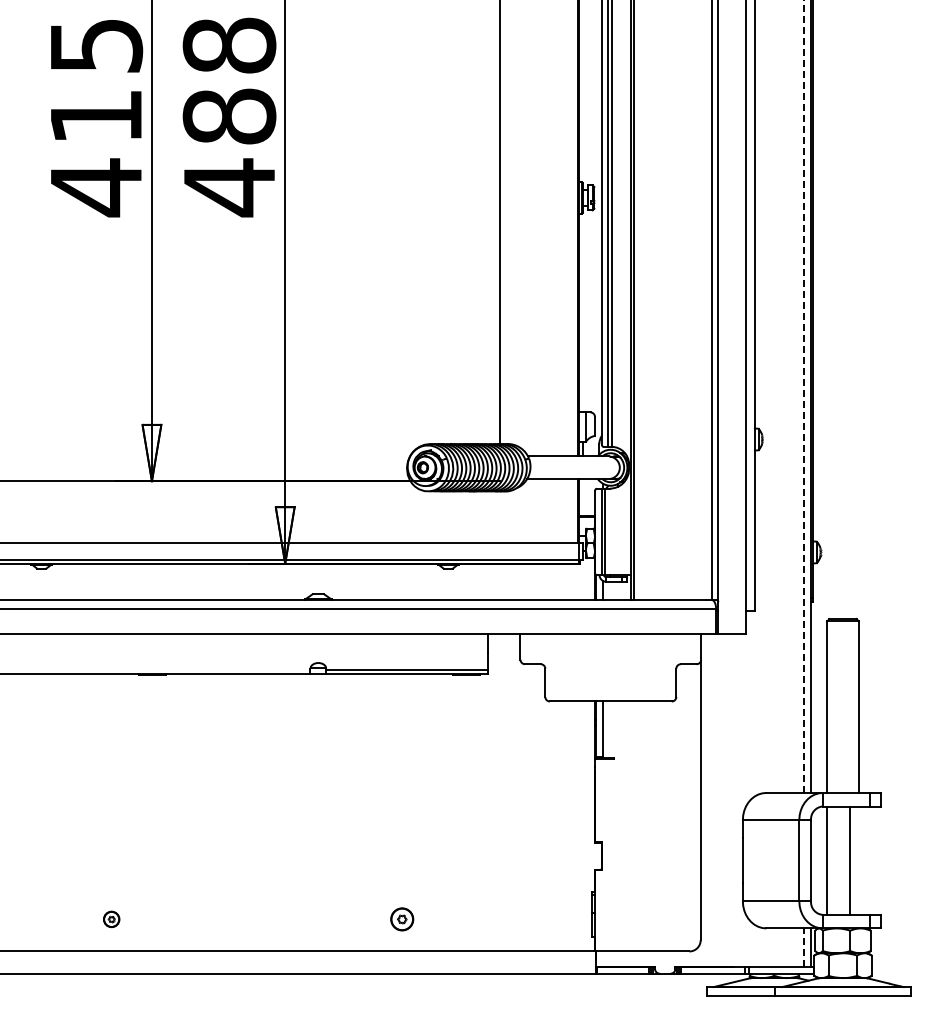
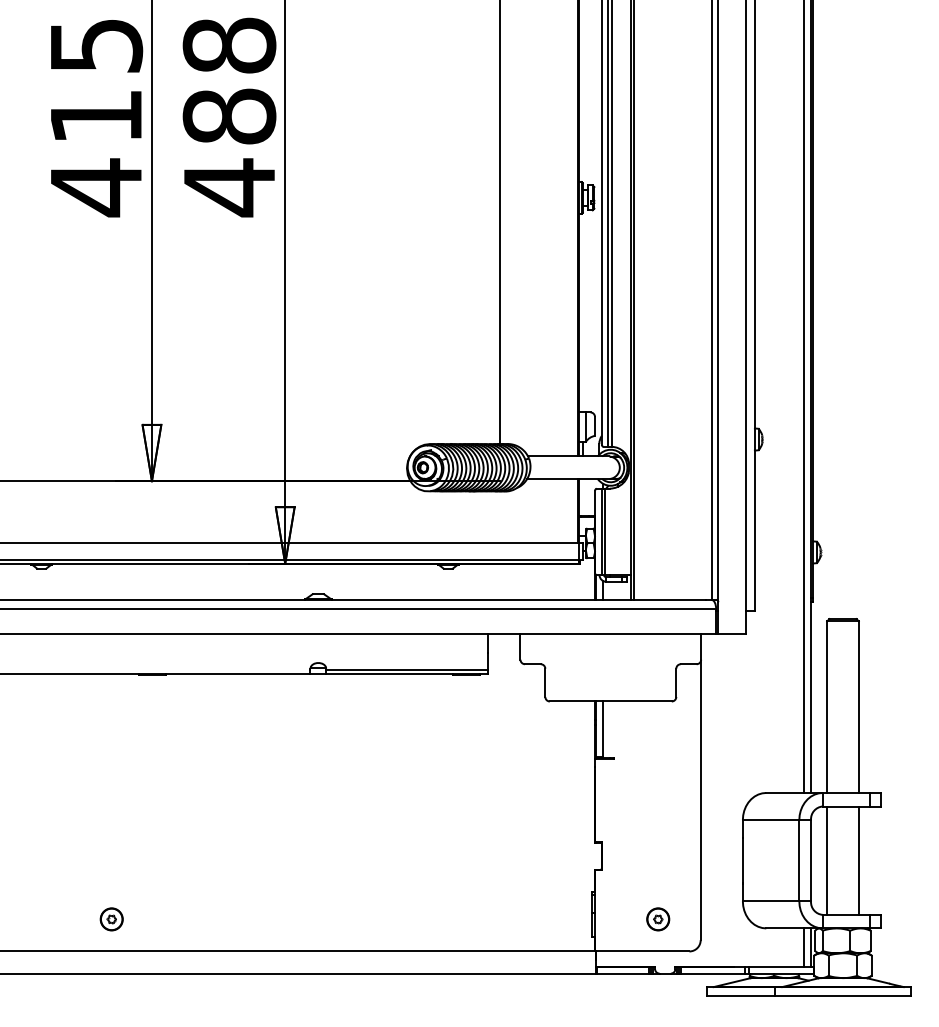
line at (804, 396): dashed -> solid
line at (849, 860) position: (849, 860) -> (858, 860)
part at (111, 919) size: 18x19 px -> 25x25 px
part at (402, 919) position: (402, 919) -> (658, 919)
line at (804, 947): dashed -> solid
